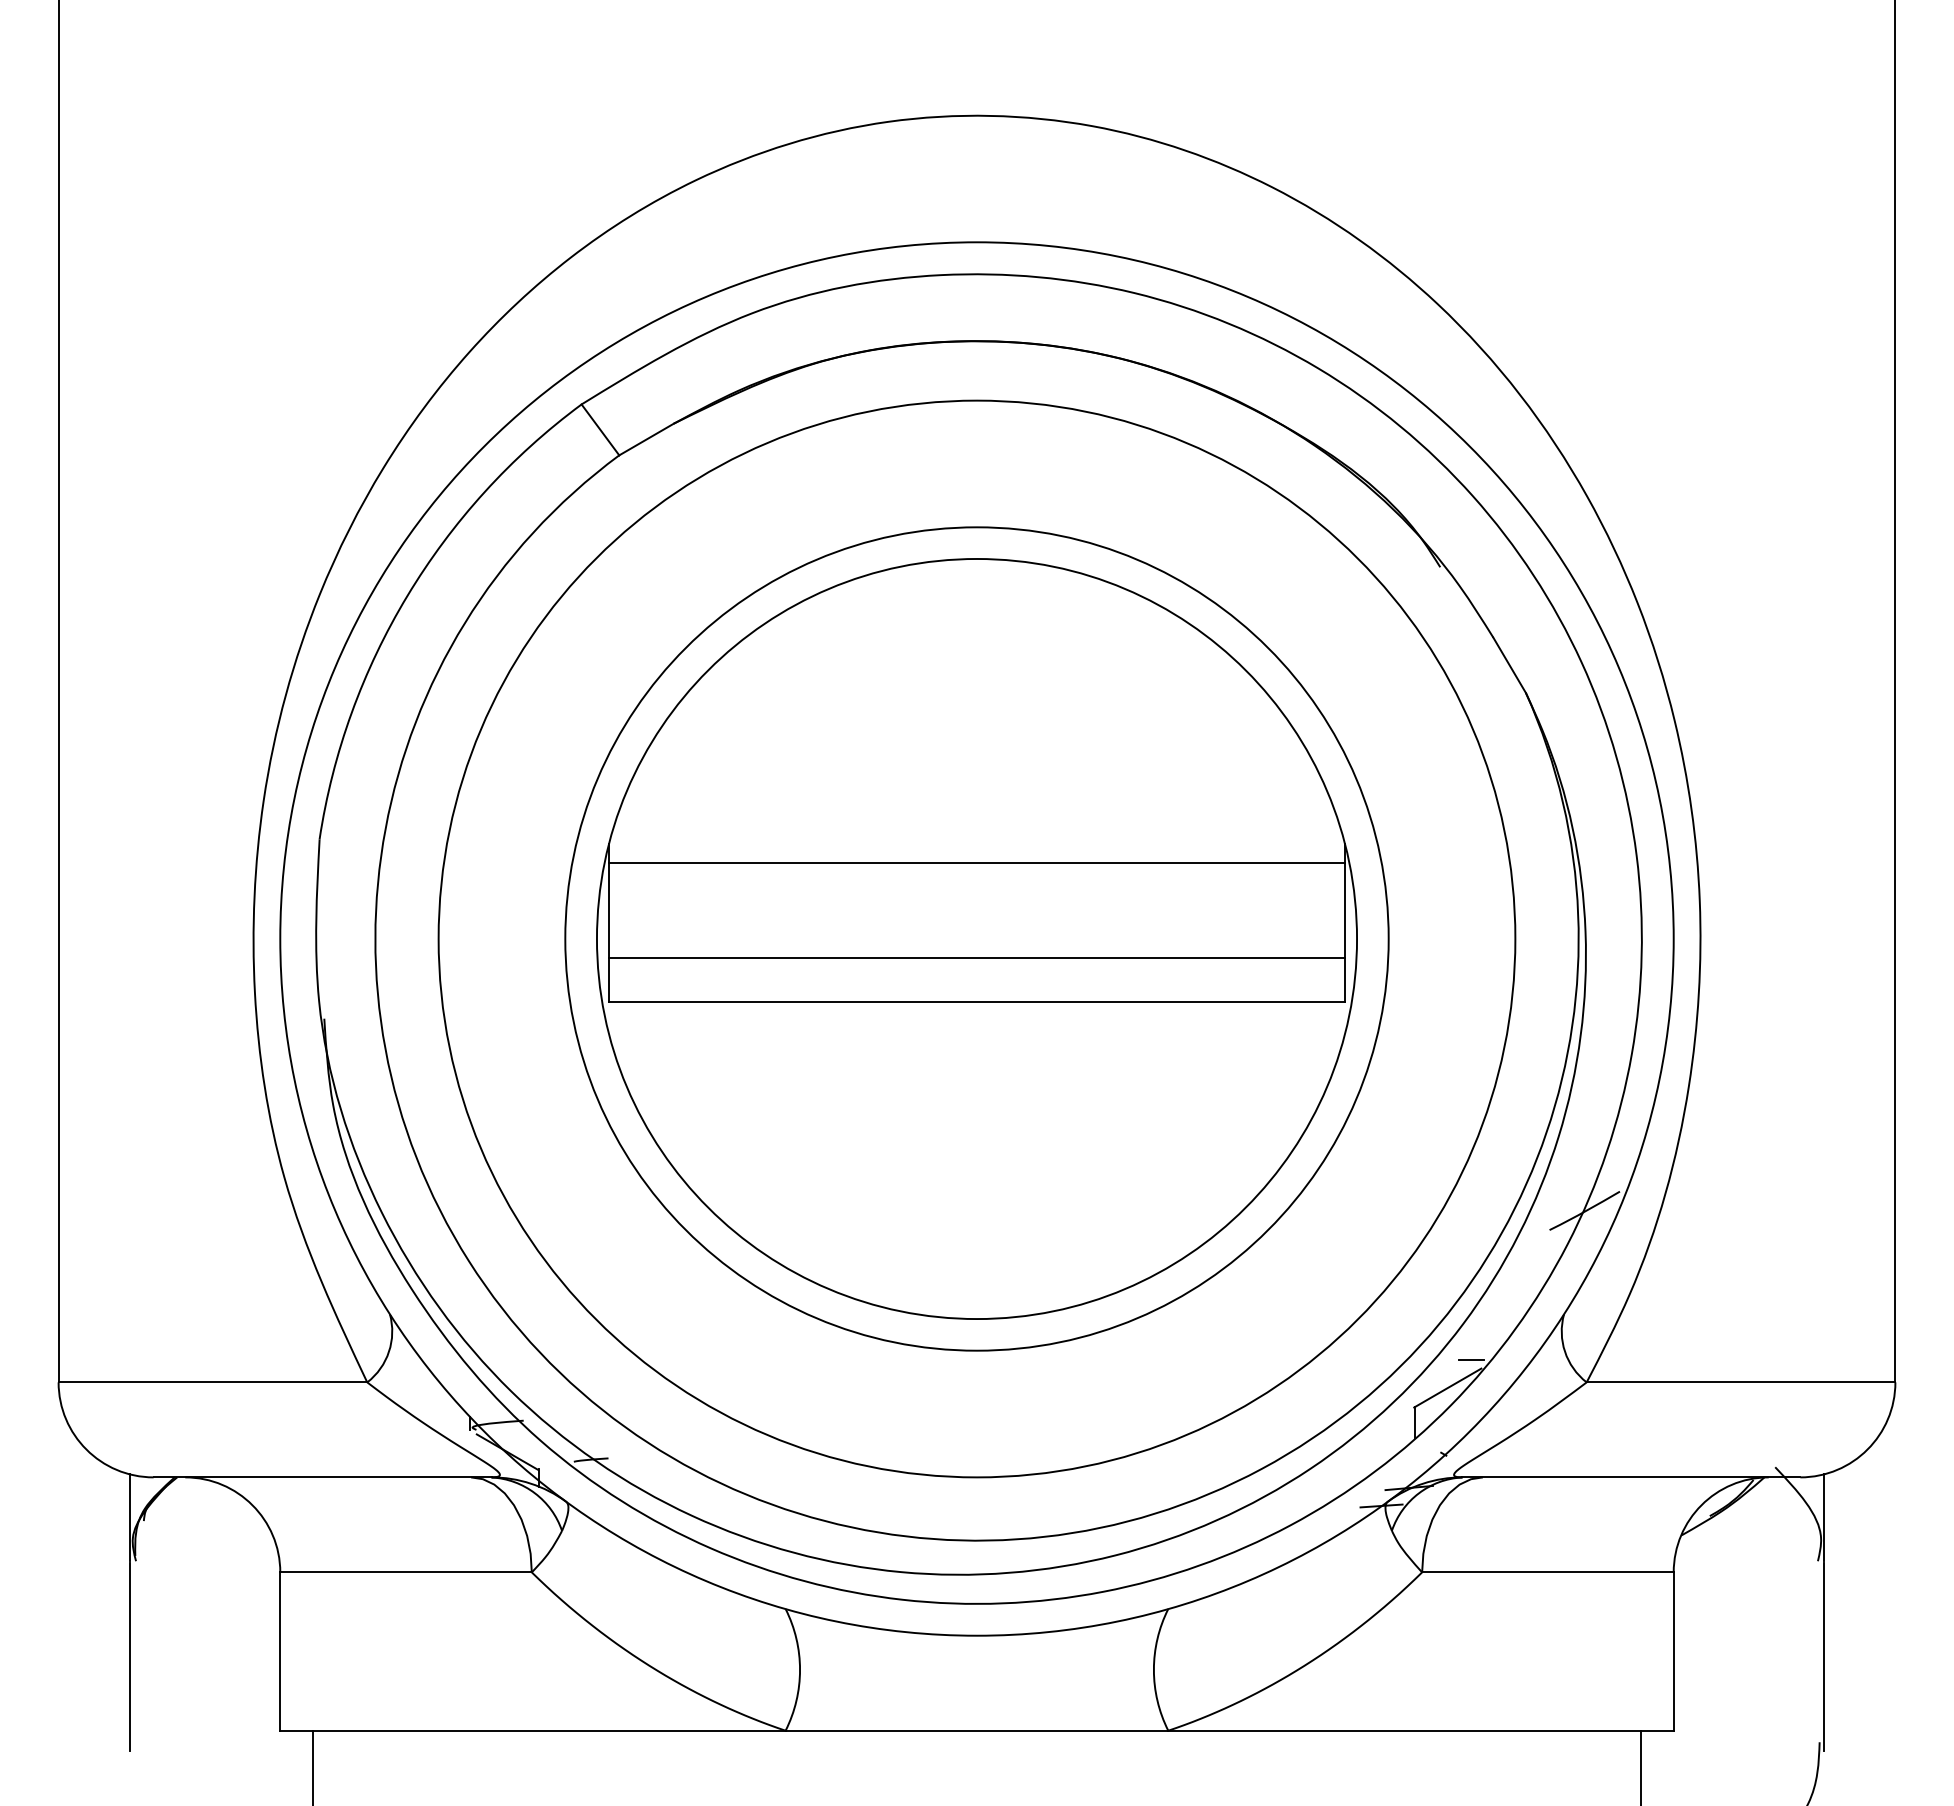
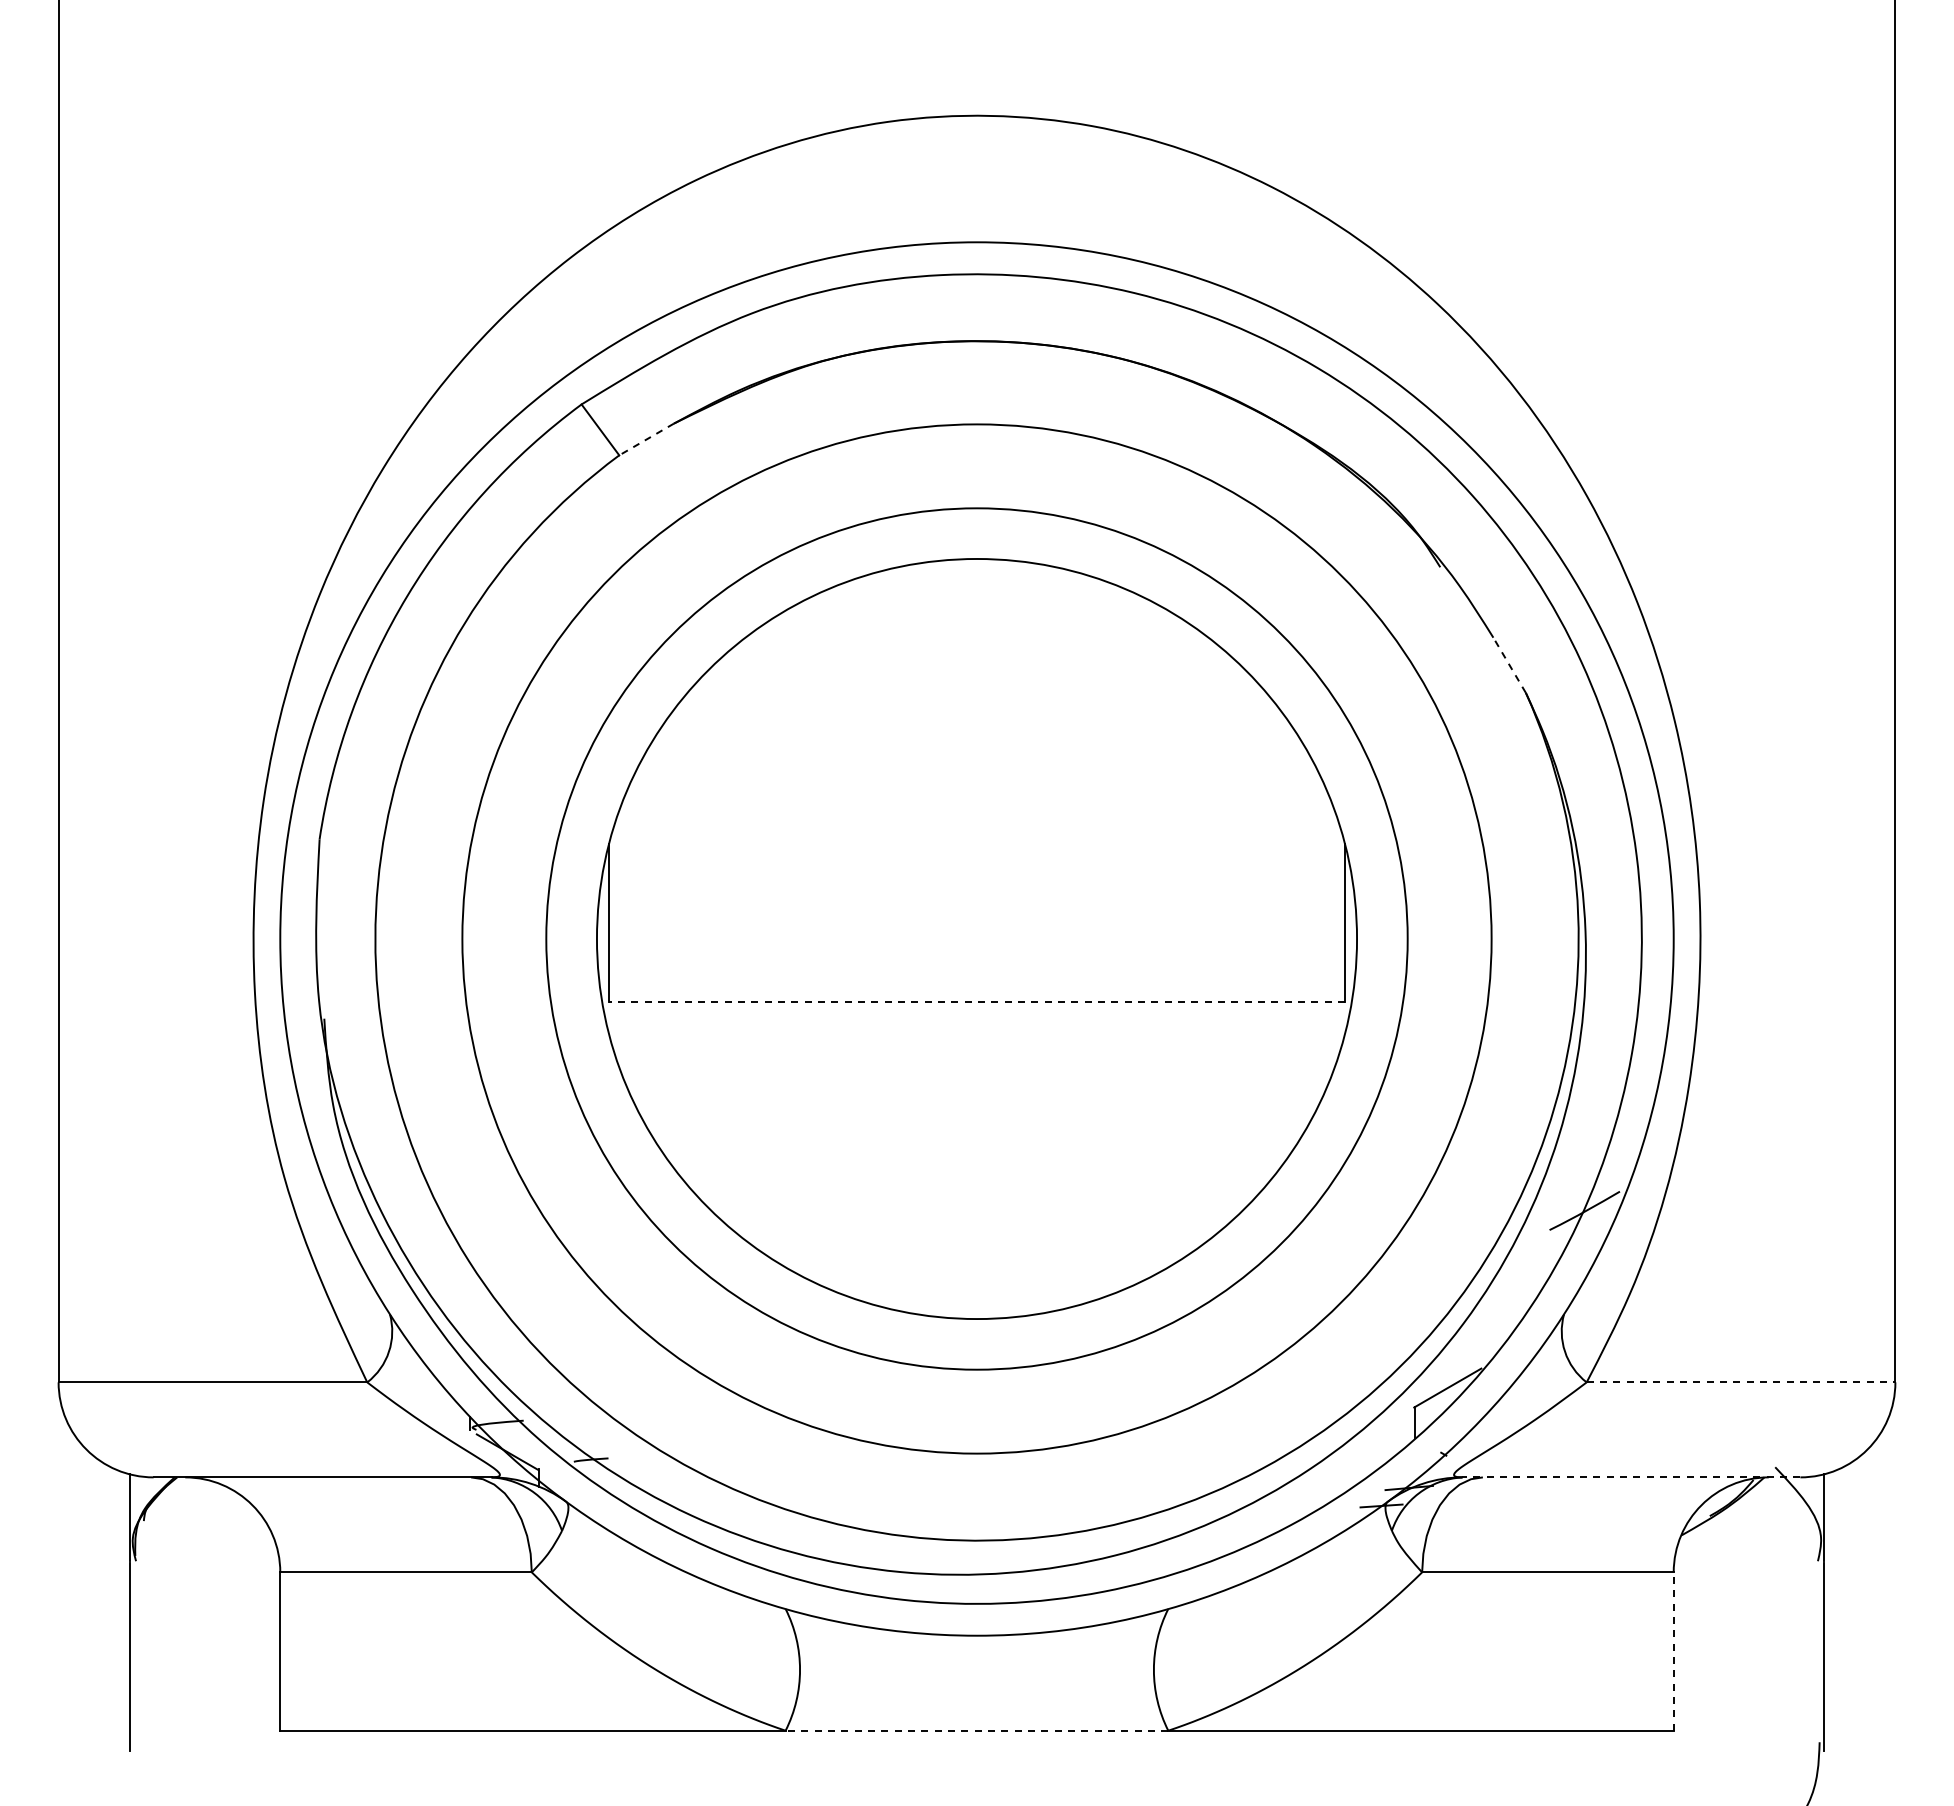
line at (646, 439): solid -> dashed
line at (1509, 665): solid -> dashed
line at (976, 863): present -> none
circle at (976, 938) diameter: 1077 px -> 861 px
circle at (976, 938) diameter: 823 px -> 1029 px
line at (976, 958): present -> none
line at (976, 1002): solid -> dashed
line at (1470, 1360): present -> none
line at (1741, 1382): solid -> dashed
line at (1631, 1477): solid -> dashed
line at (1673, 1651): solid -> dashed
line at (976, 1730): solid -> dashed
line at (313, 1766): present -> none
line at (1640, 1766): present -> none
